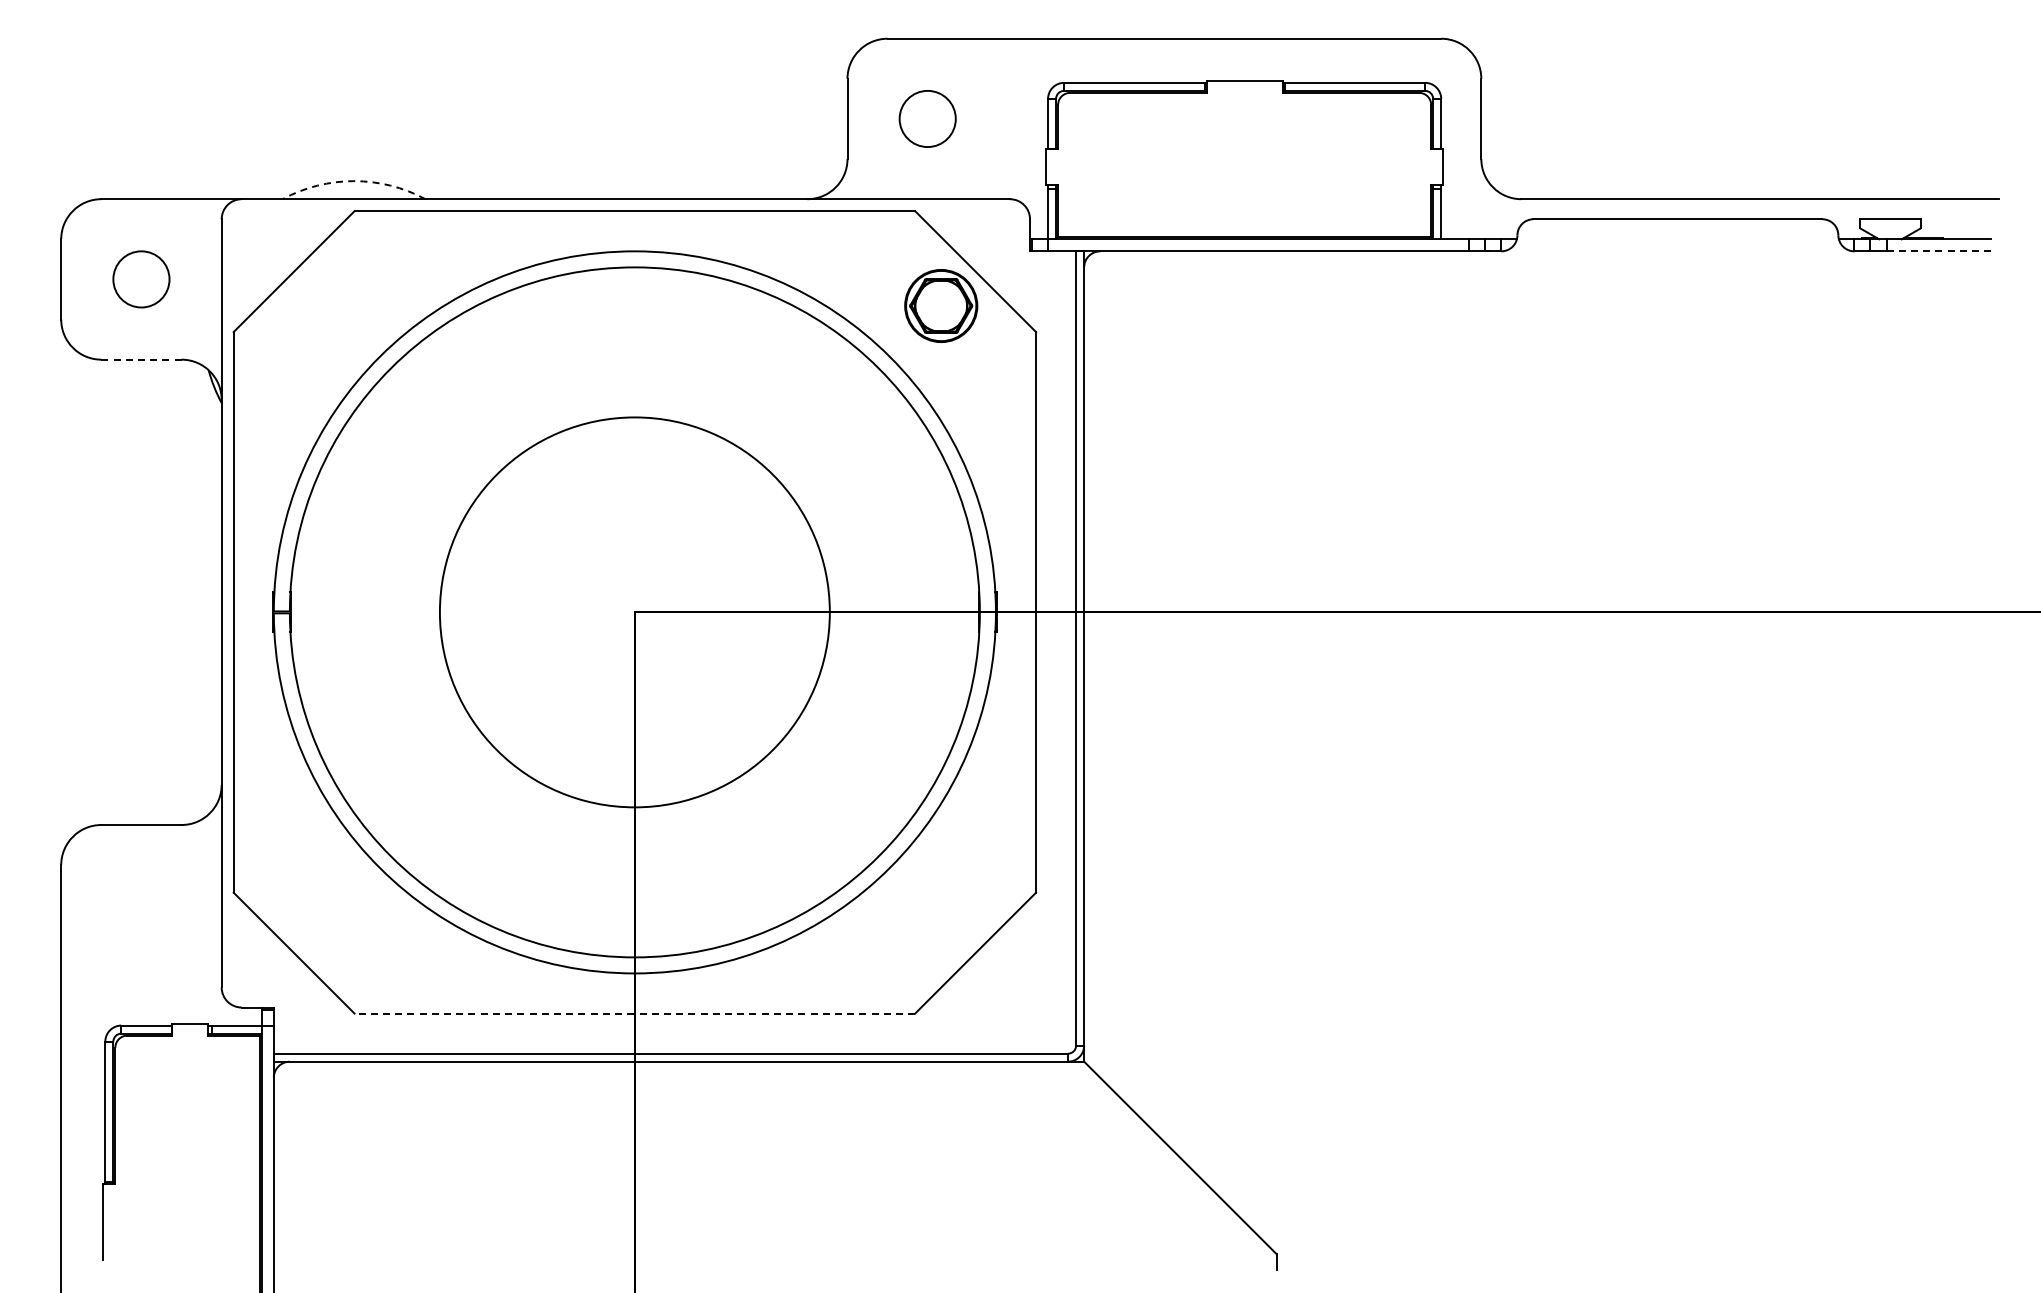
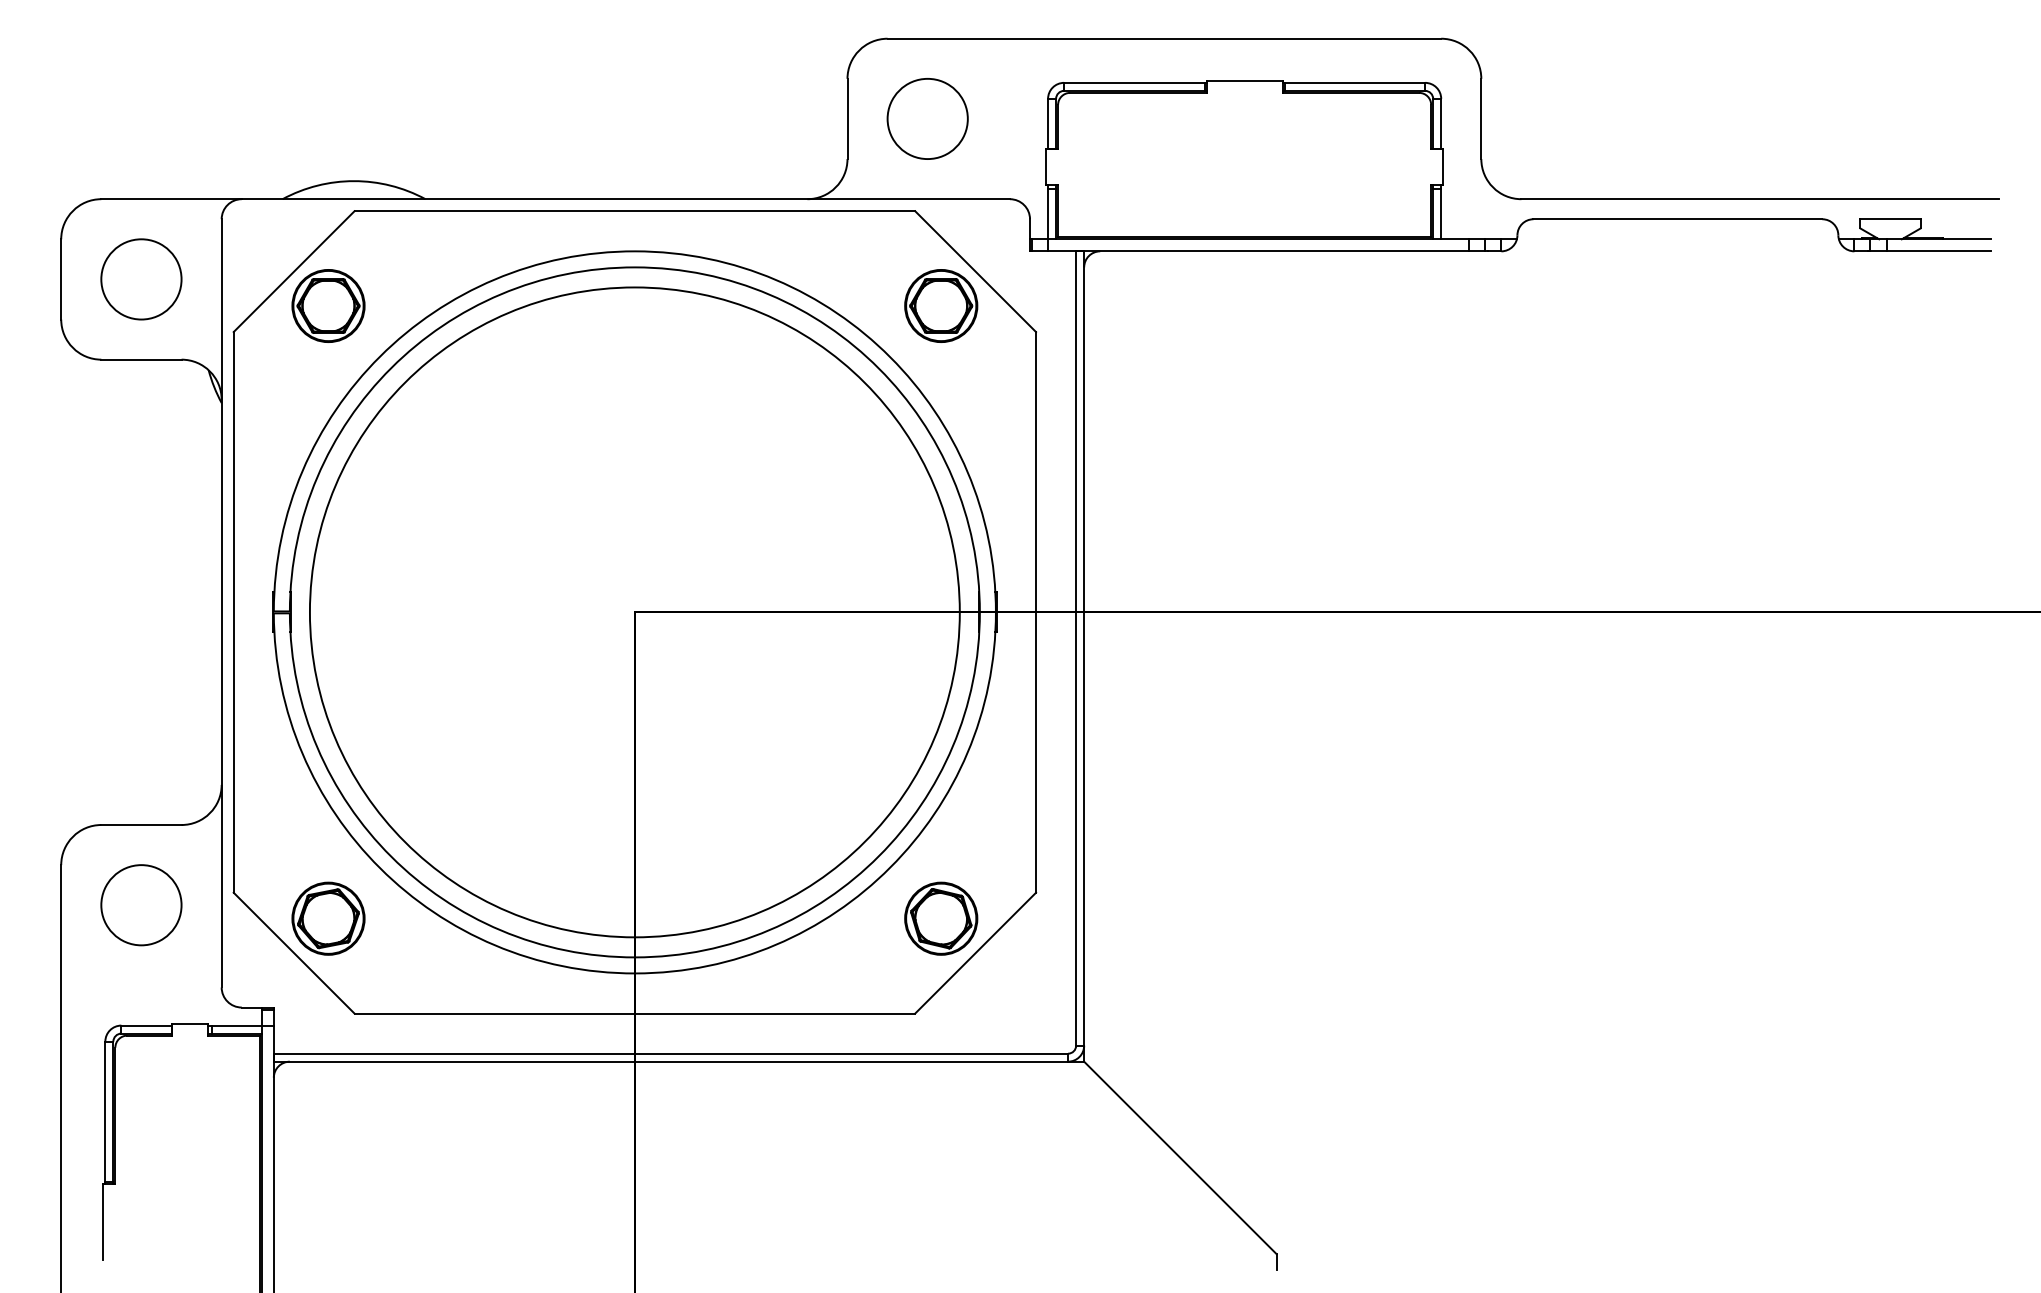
circle at (927, 118) diameter: 56 px -> 80 px
arc at (354, 181): dashed -> solid
line at (1939, 251): dashed -> solid
circle at (141, 279) diameter: 56 px -> 80 px
part at (328, 305): none -> present
line at (141, 359): dashed -> solid
circle at (634, 612) diameter: 390 px -> 650 px
circle at (141, 905): none -> present
part at (328, 918): none -> present
part at (941, 918): none -> present
line at (634, 1013): dashed -> solid
